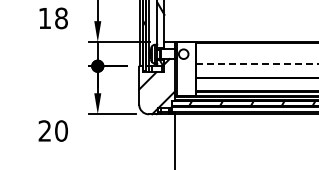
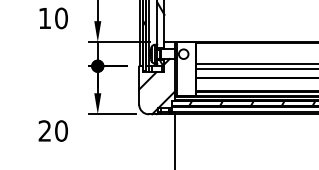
text at (61, 18): 18 -> 10
line at (256, 63): dashed -> solid
line at (255, 68): none -> present
